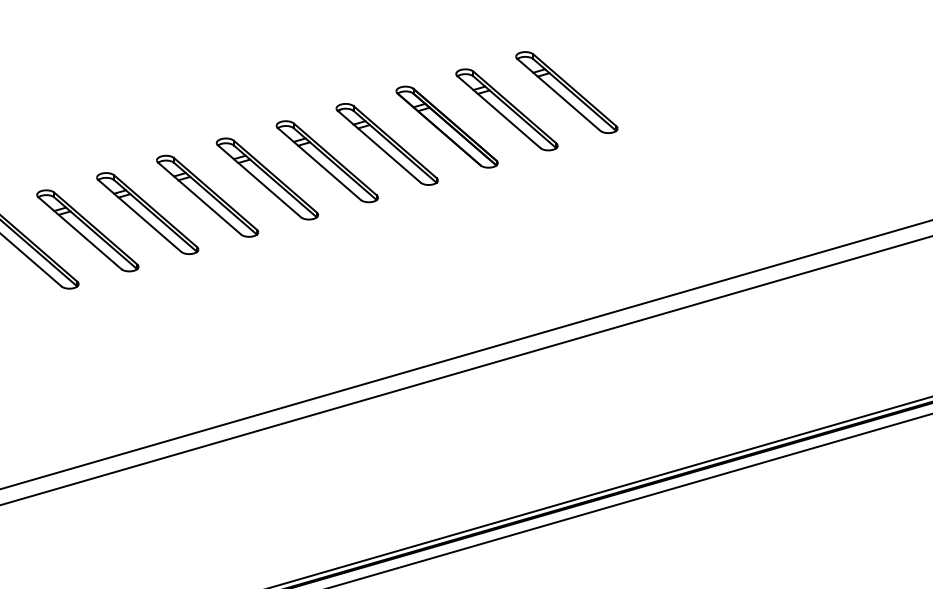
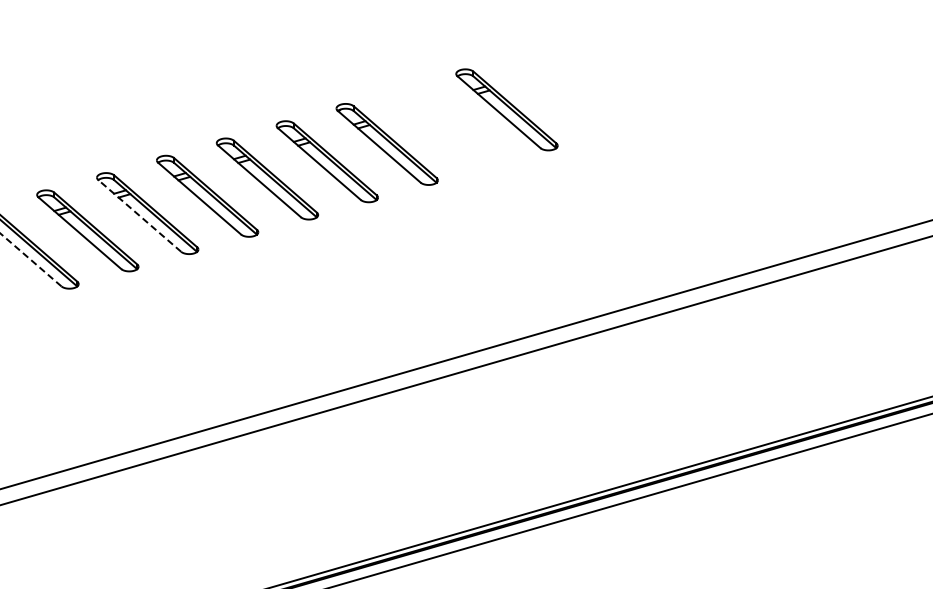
part at (566, 92): present -> none
part at (446, 126): present -> none
line at (139, 215): solid -> dashed
line at (30, 259): solid -> dashed
